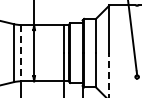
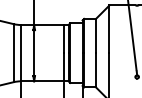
line at (20, 53): dashed -> solid
line at (109, 75): dashed -> solid
